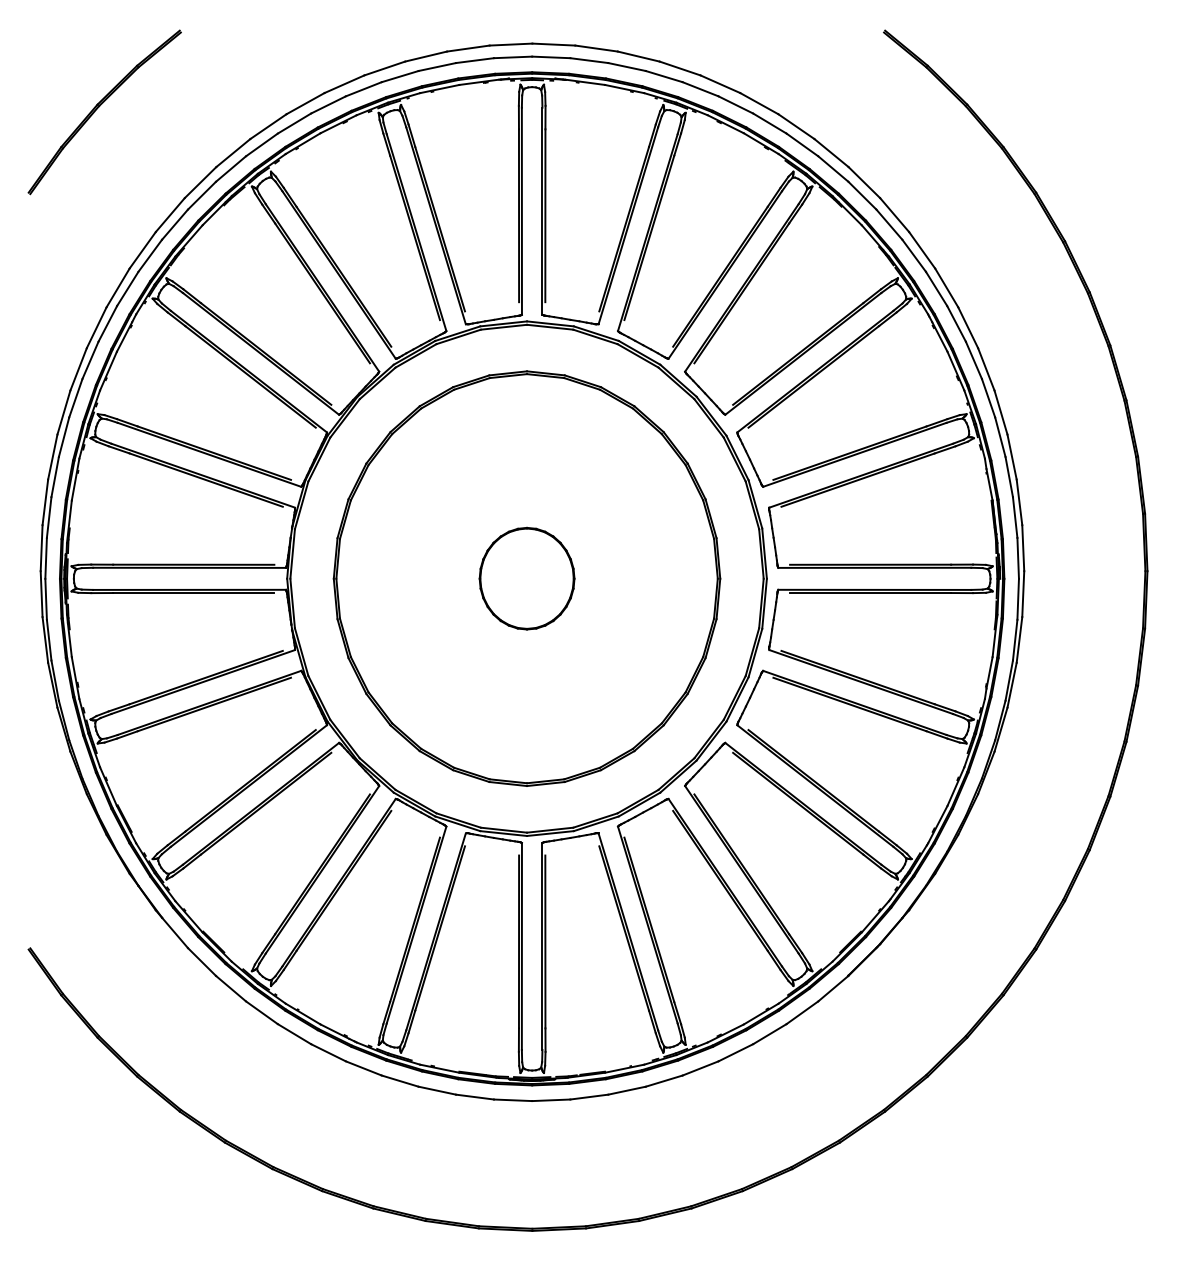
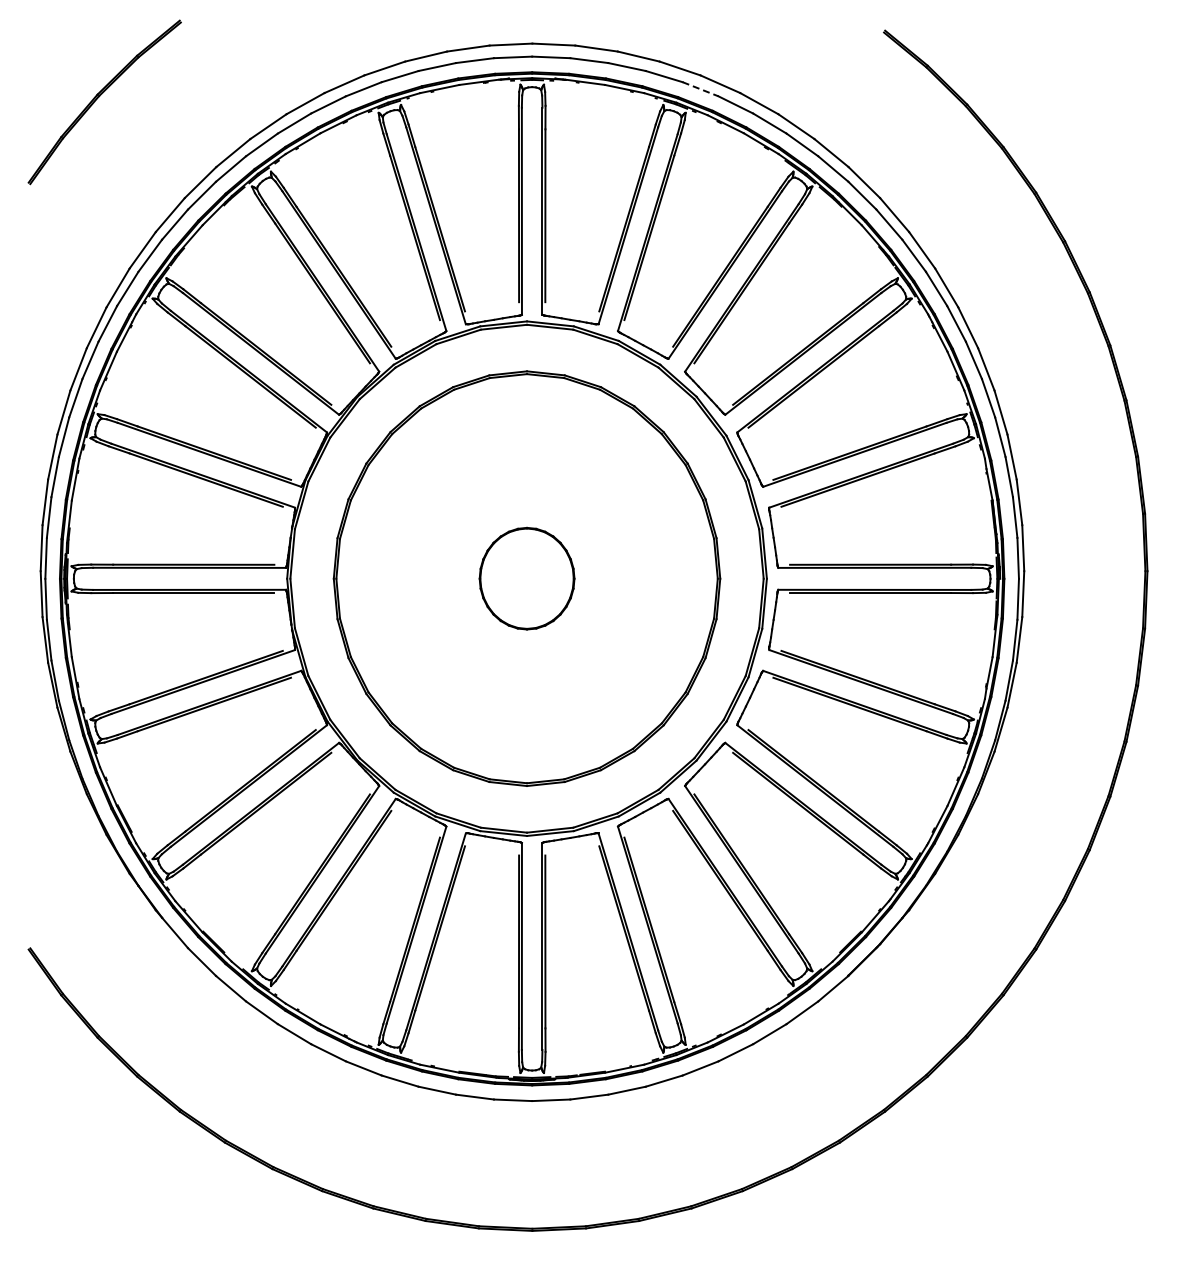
line at (701, 89): solid -> dashed
part at (99, 107) position: (99, 107) -> (99, 97)
